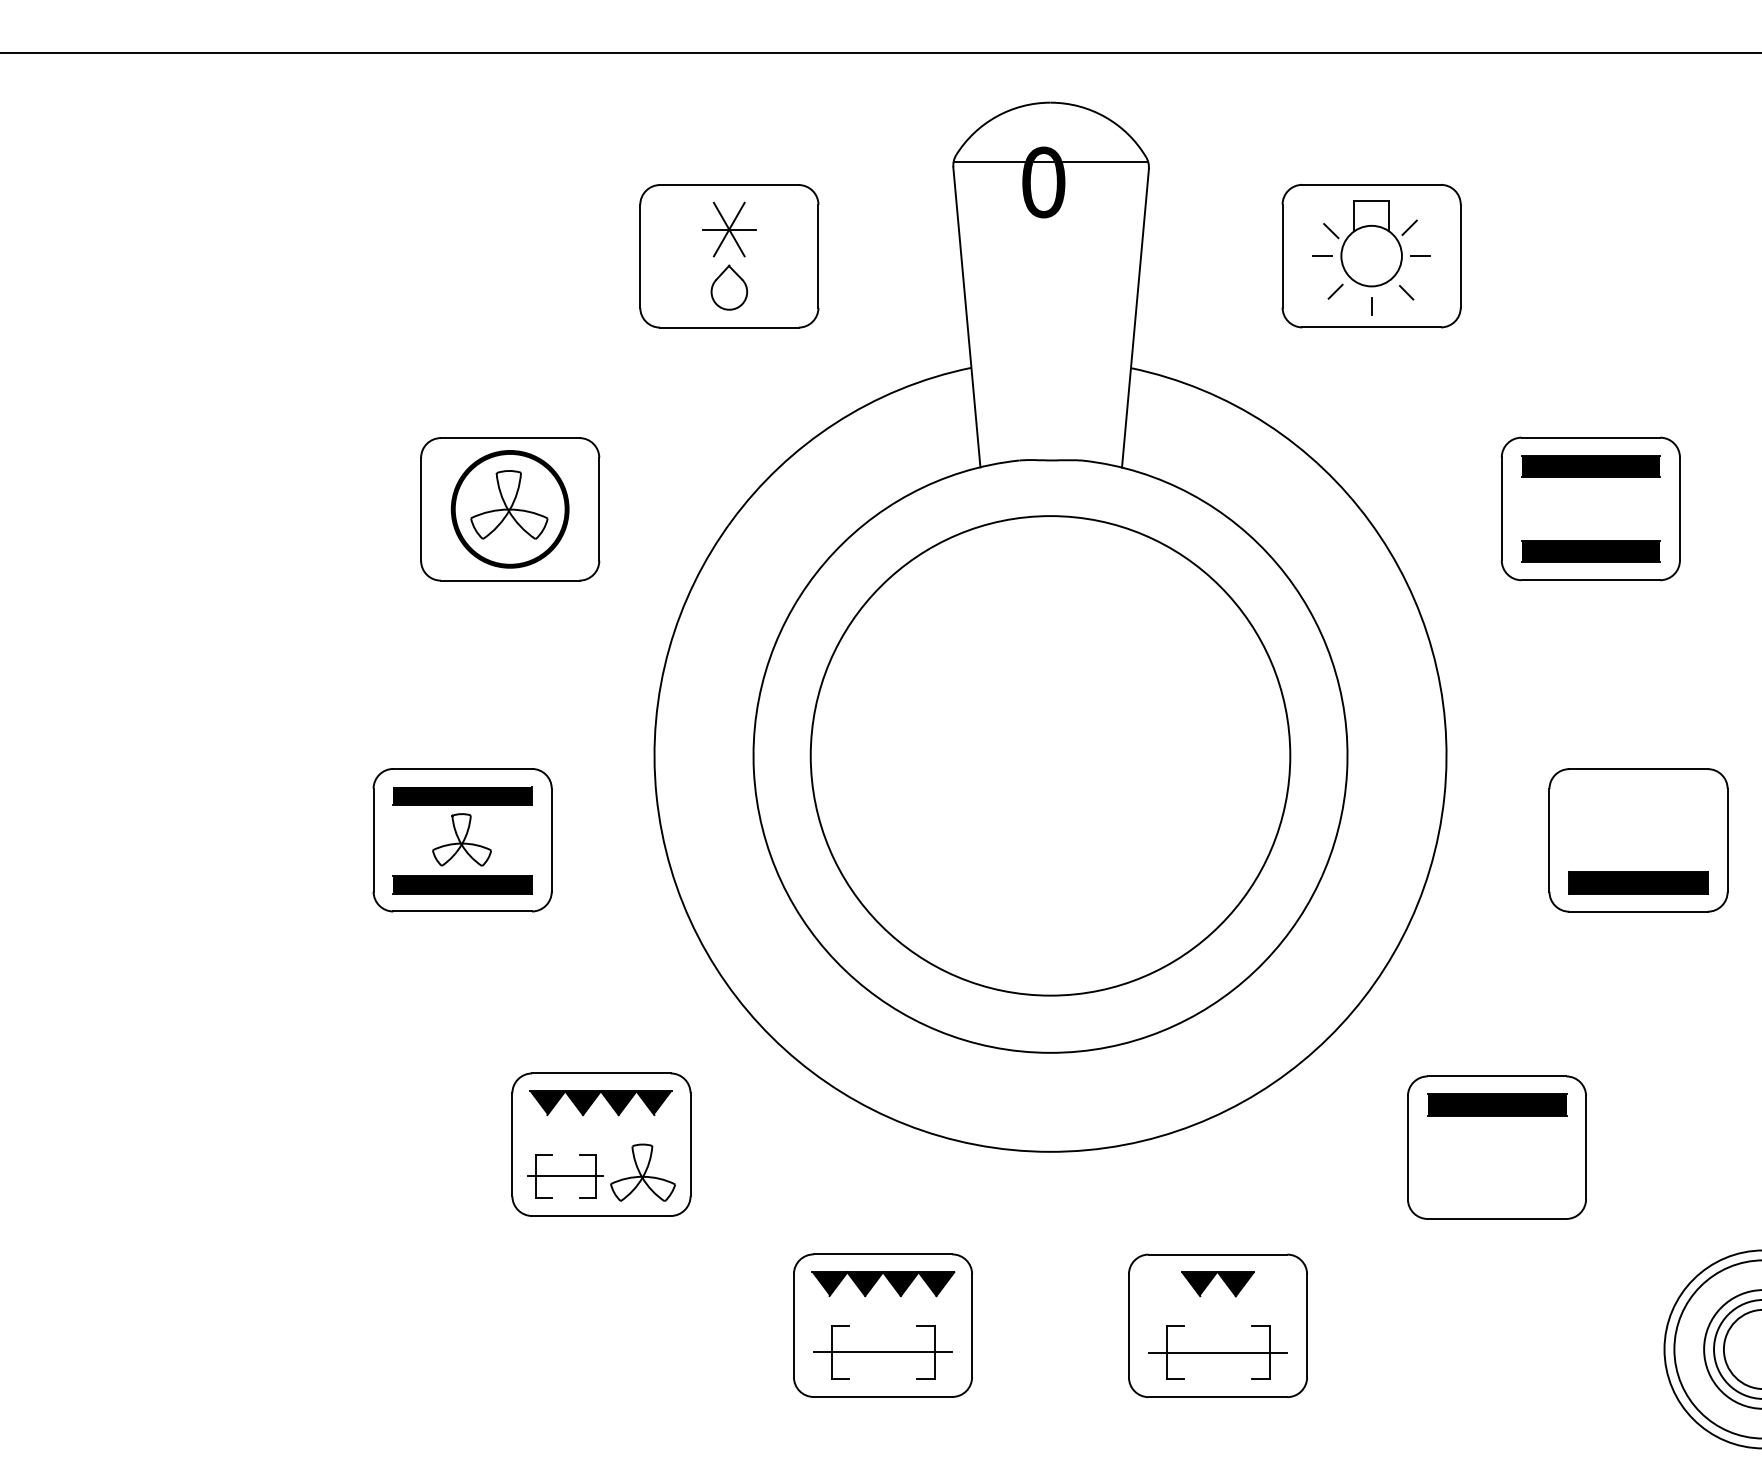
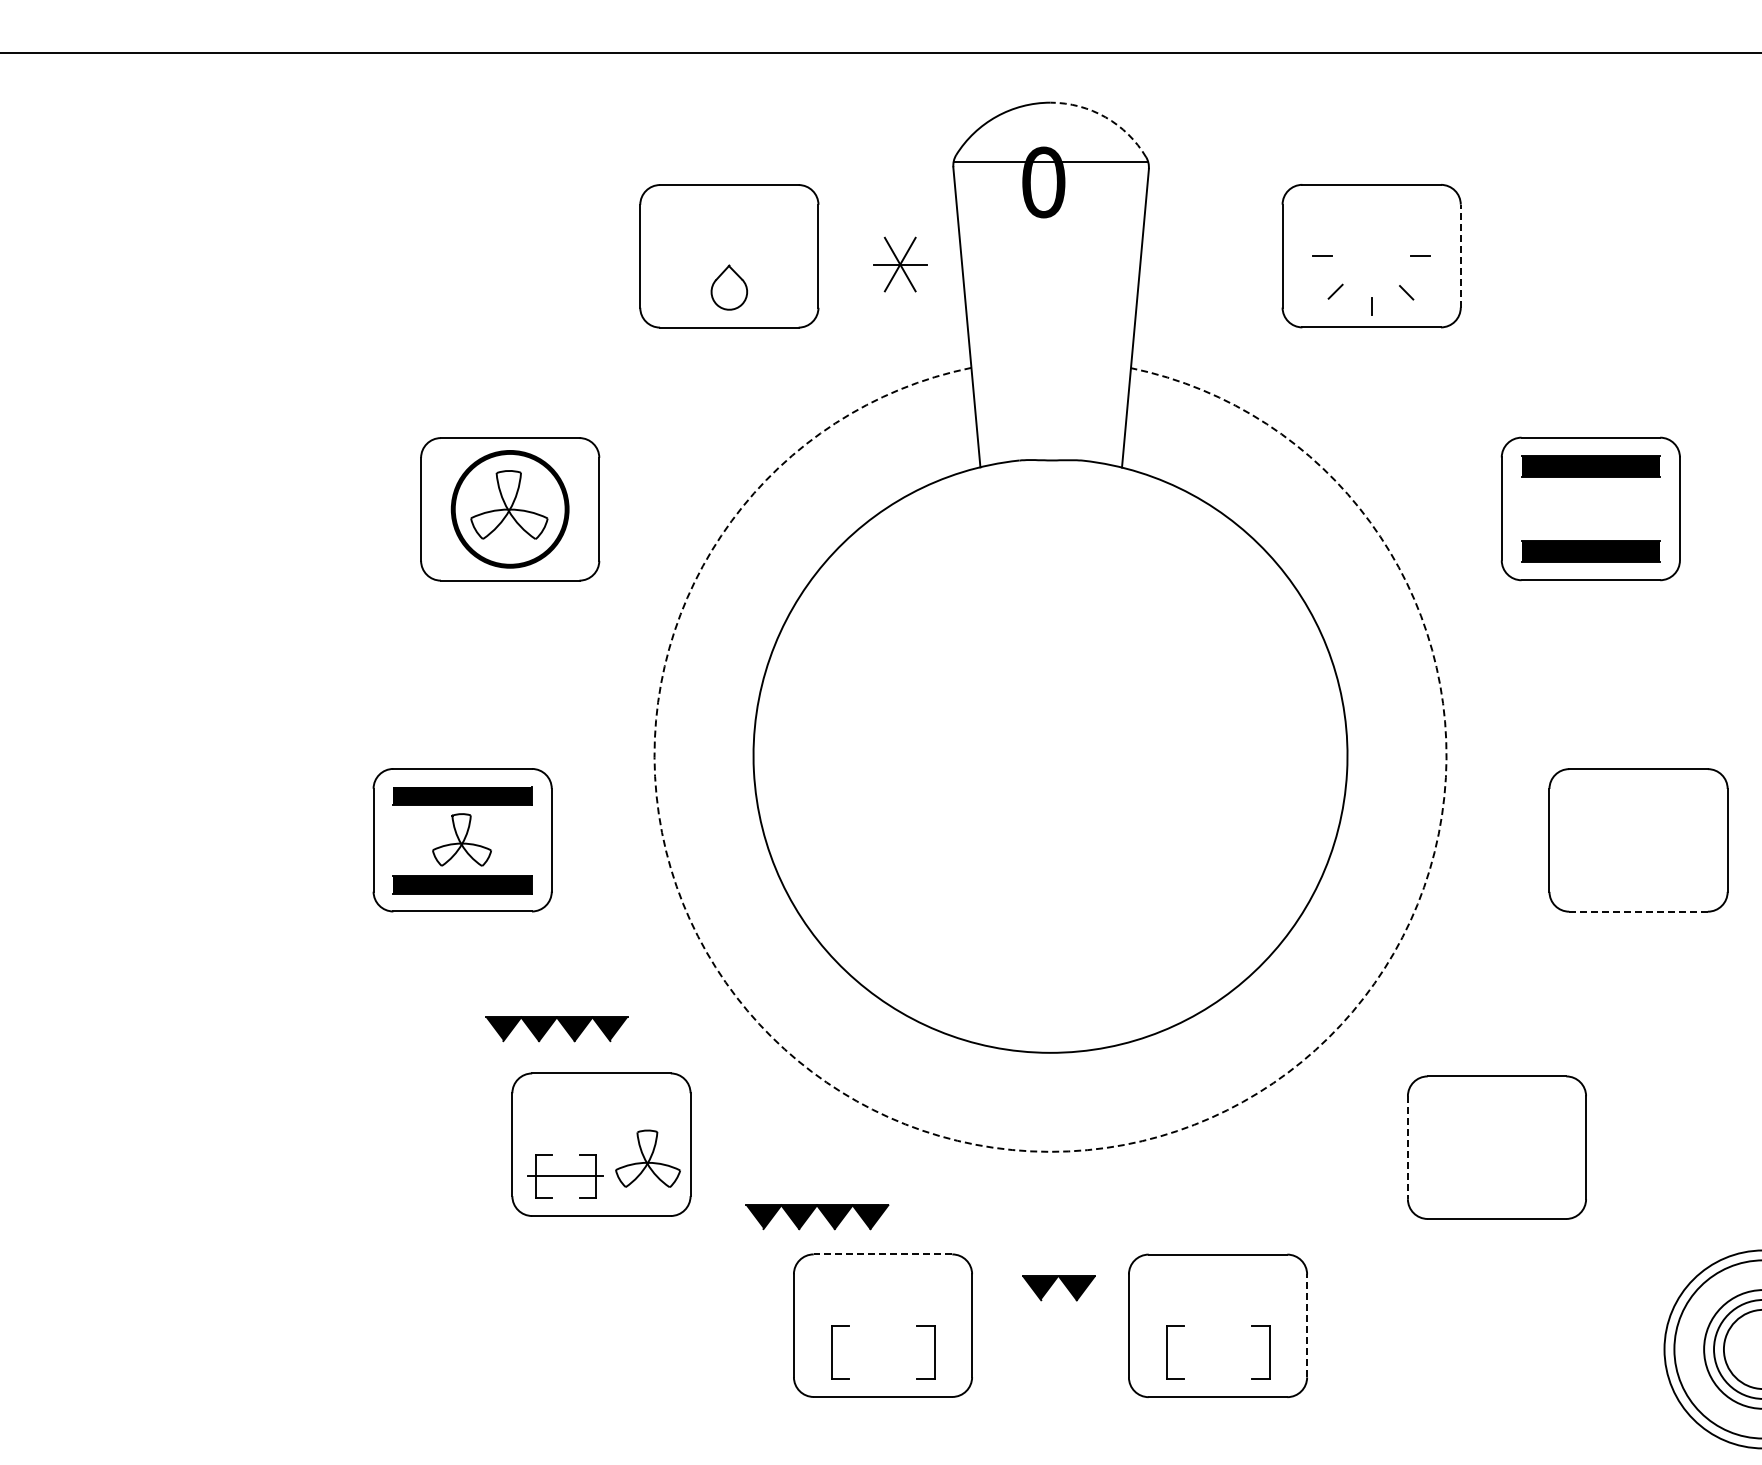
arc at (1105, 117): solid -> dashed
part at (729, 229) position: (729, 229) -> (900, 264)
part at (1370, 243): present -> none
line at (1460, 255): solid -> dashed
circle at (1050, 755): present -> none
part at (1638, 882): present -> none
line at (1639, 911): solid -> dashed
part at (600, 1103) position: (600, 1103) -> (556, 1029)
part at (1497, 1104): present -> none
line at (1407, 1148): solid -> dashed
arc at (1049, 1151): solid -> dashed
part at (642, 1172) position: (642, 1172) -> (647, 1158)
line at (882, 1254): solid -> dashed
part at (1222, 1280) position: (1222, 1280) -> (1063, 1284)
part at (883, 1284) position: (883, 1284) -> (817, 1217)
line at (1307, 1325): solid -> dashed
line at (882, 1352): present -> none
line at (1217, 1352): present -> none
